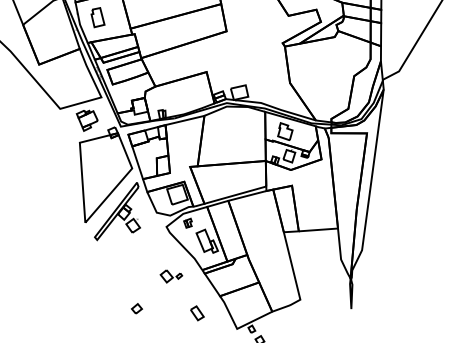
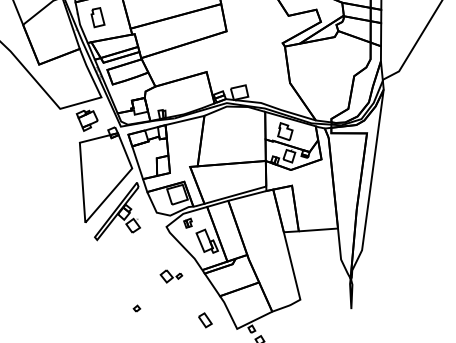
part at (136, 308) size: 12x12 px -> 10x9 px
part at (197, 313) position: (197, 313) -> (205, 320)
